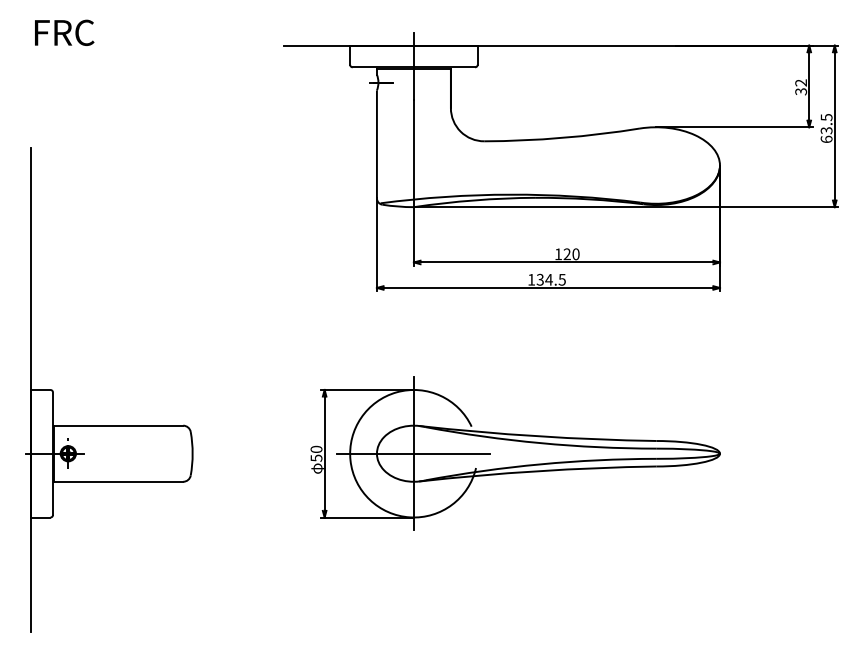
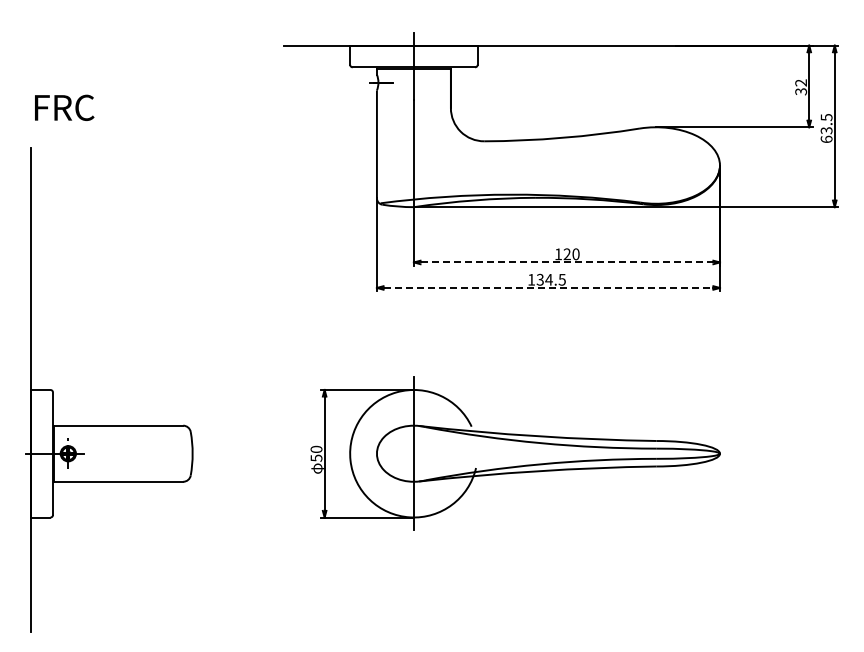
text at (64, 32) position: (64, 32) -> (64, 107)
line at (567, 262): solid -> dashed
line at (548, 287): solid -> dashed
line at (413, 453): present -> none
